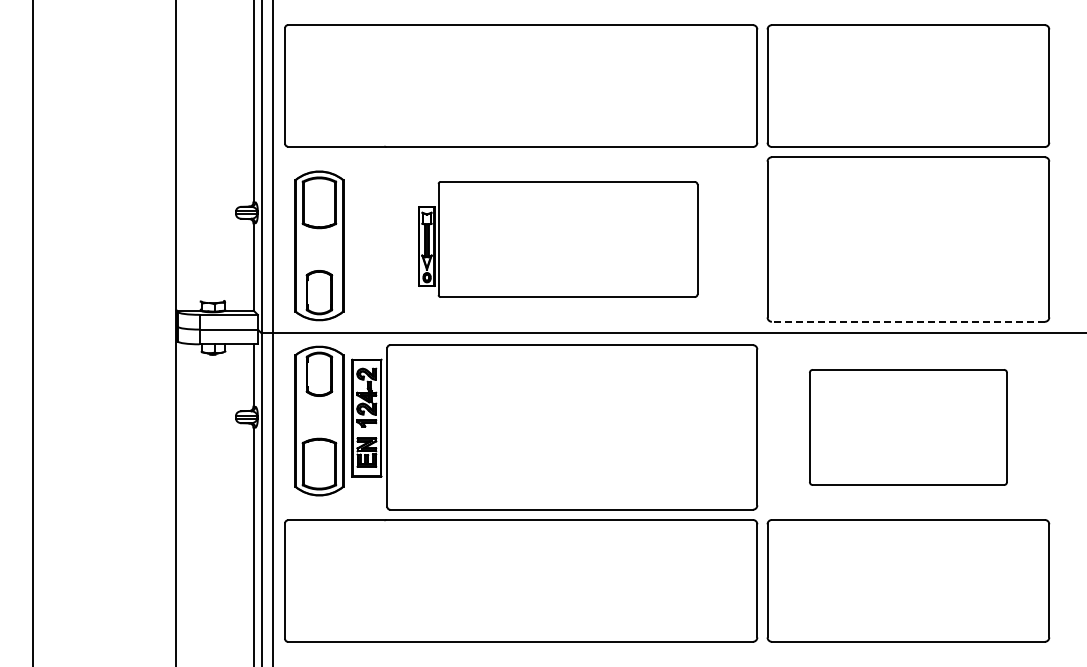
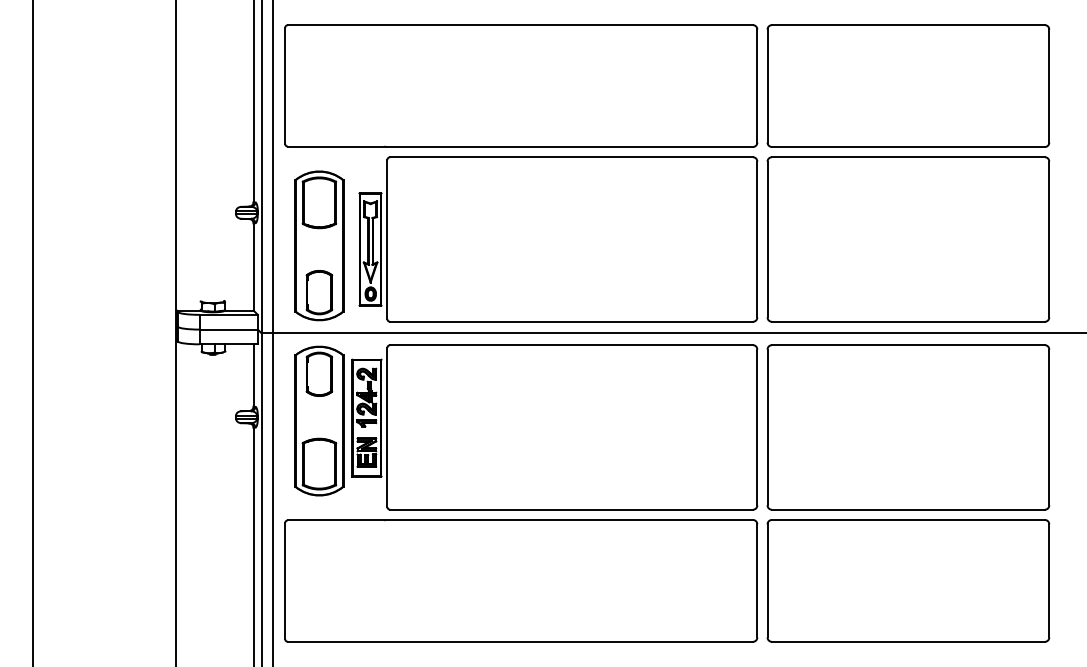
part at (558, 239) size: 281x117 px -> 401x167 px
line at (908, 321): dashed -> solid
part at (908, 427) size: 199x117 px -> 285x167 px
